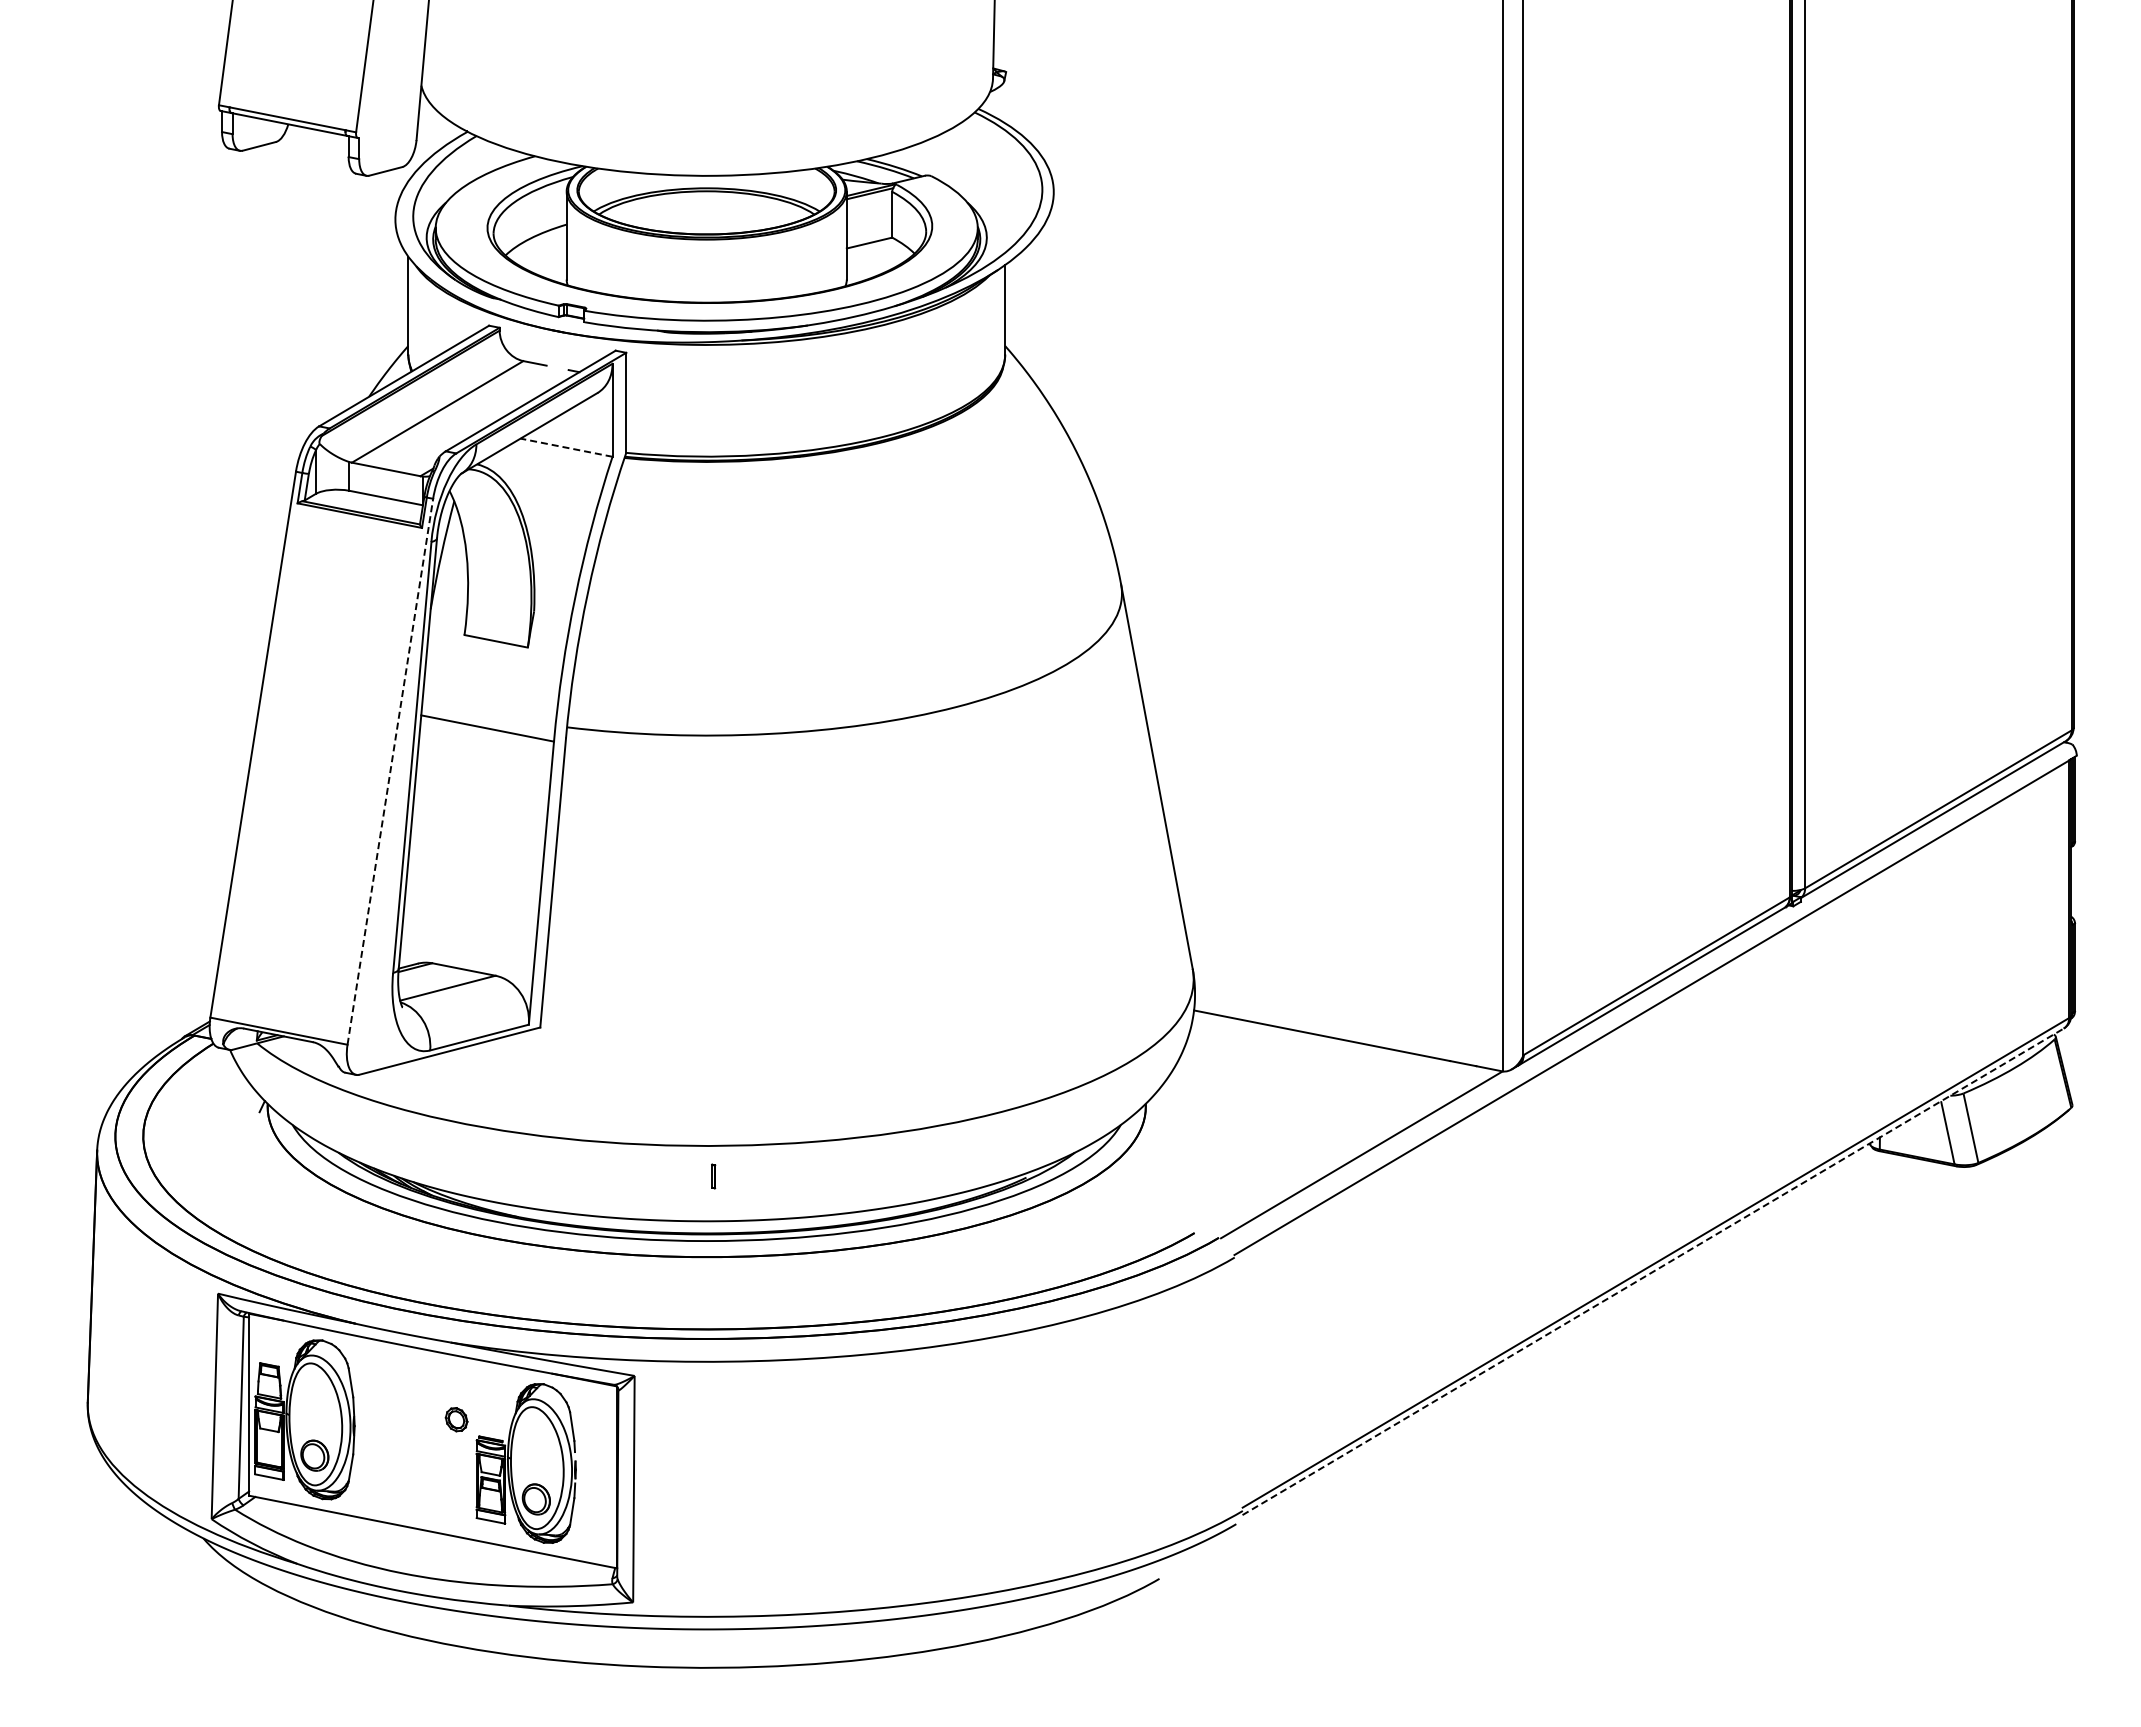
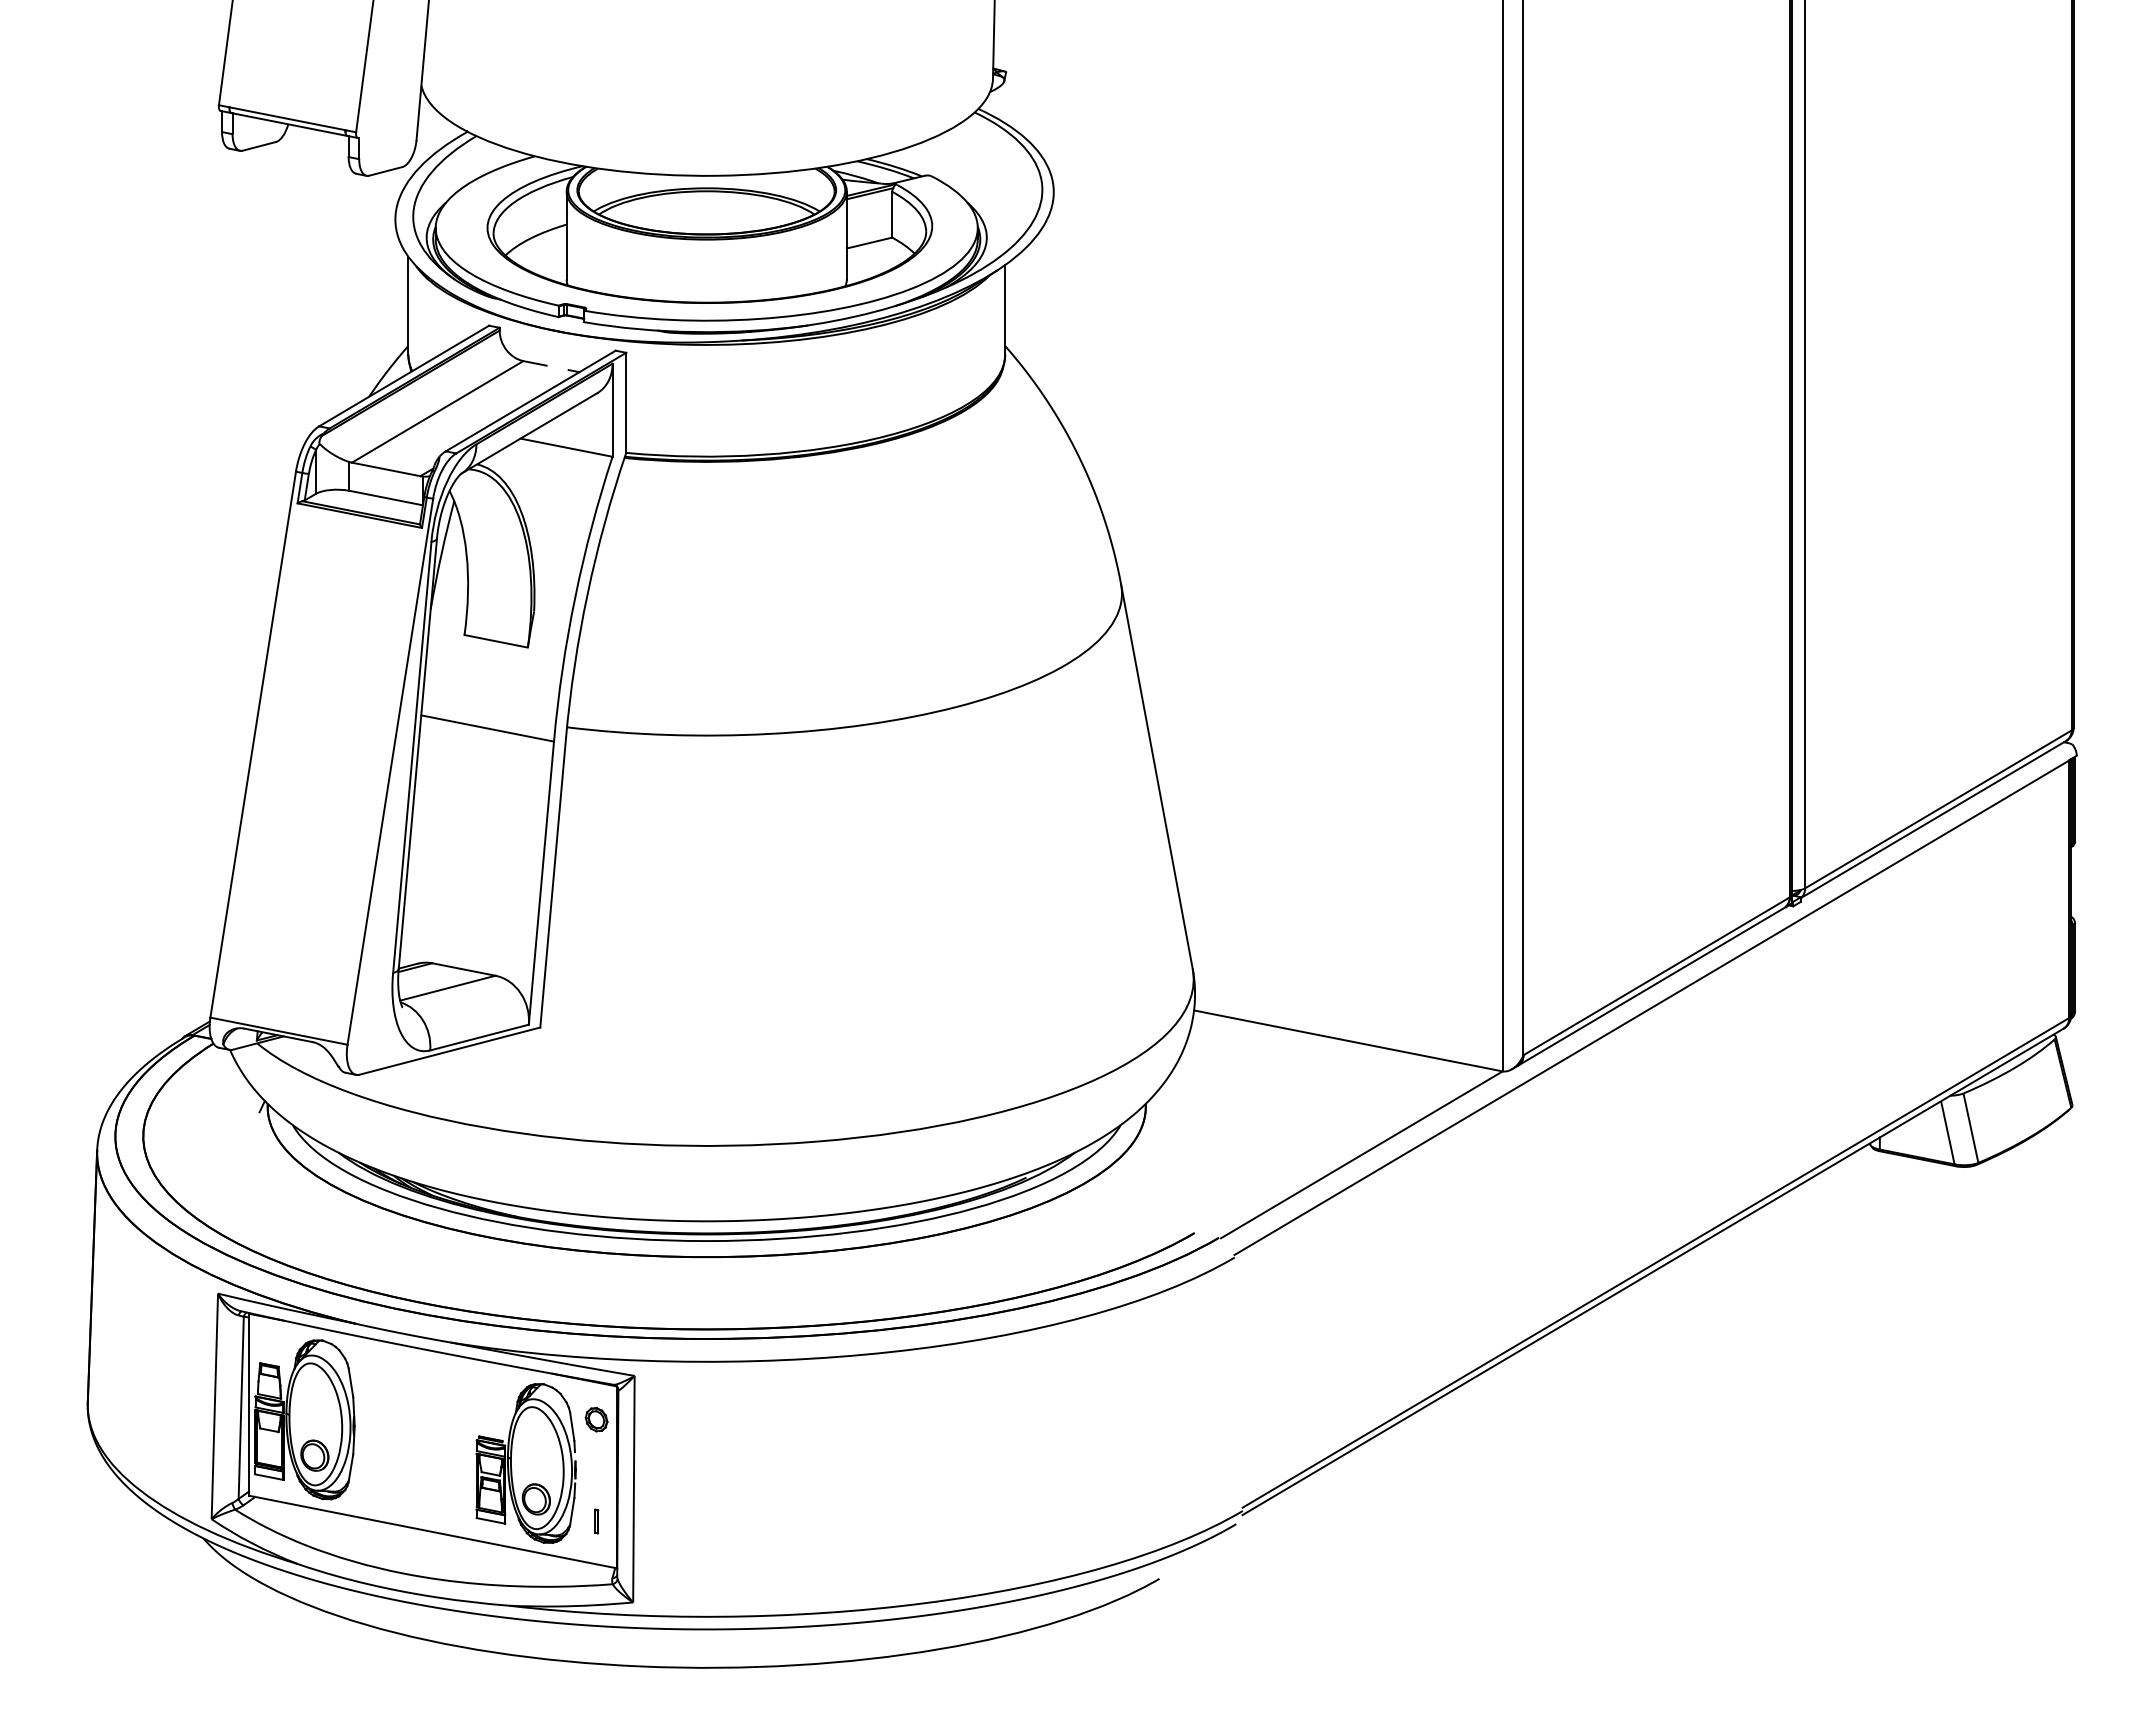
line at (566, 447): dashed -> solid
line at (390, 771): dashed -> solid
part at (713, 1176) position: (713, 1176) -> (596, 1521)
line at (1653, 1271): dashed -> solid
part at (456, 1419) position: (456, 1419) -> (596, 1419)
